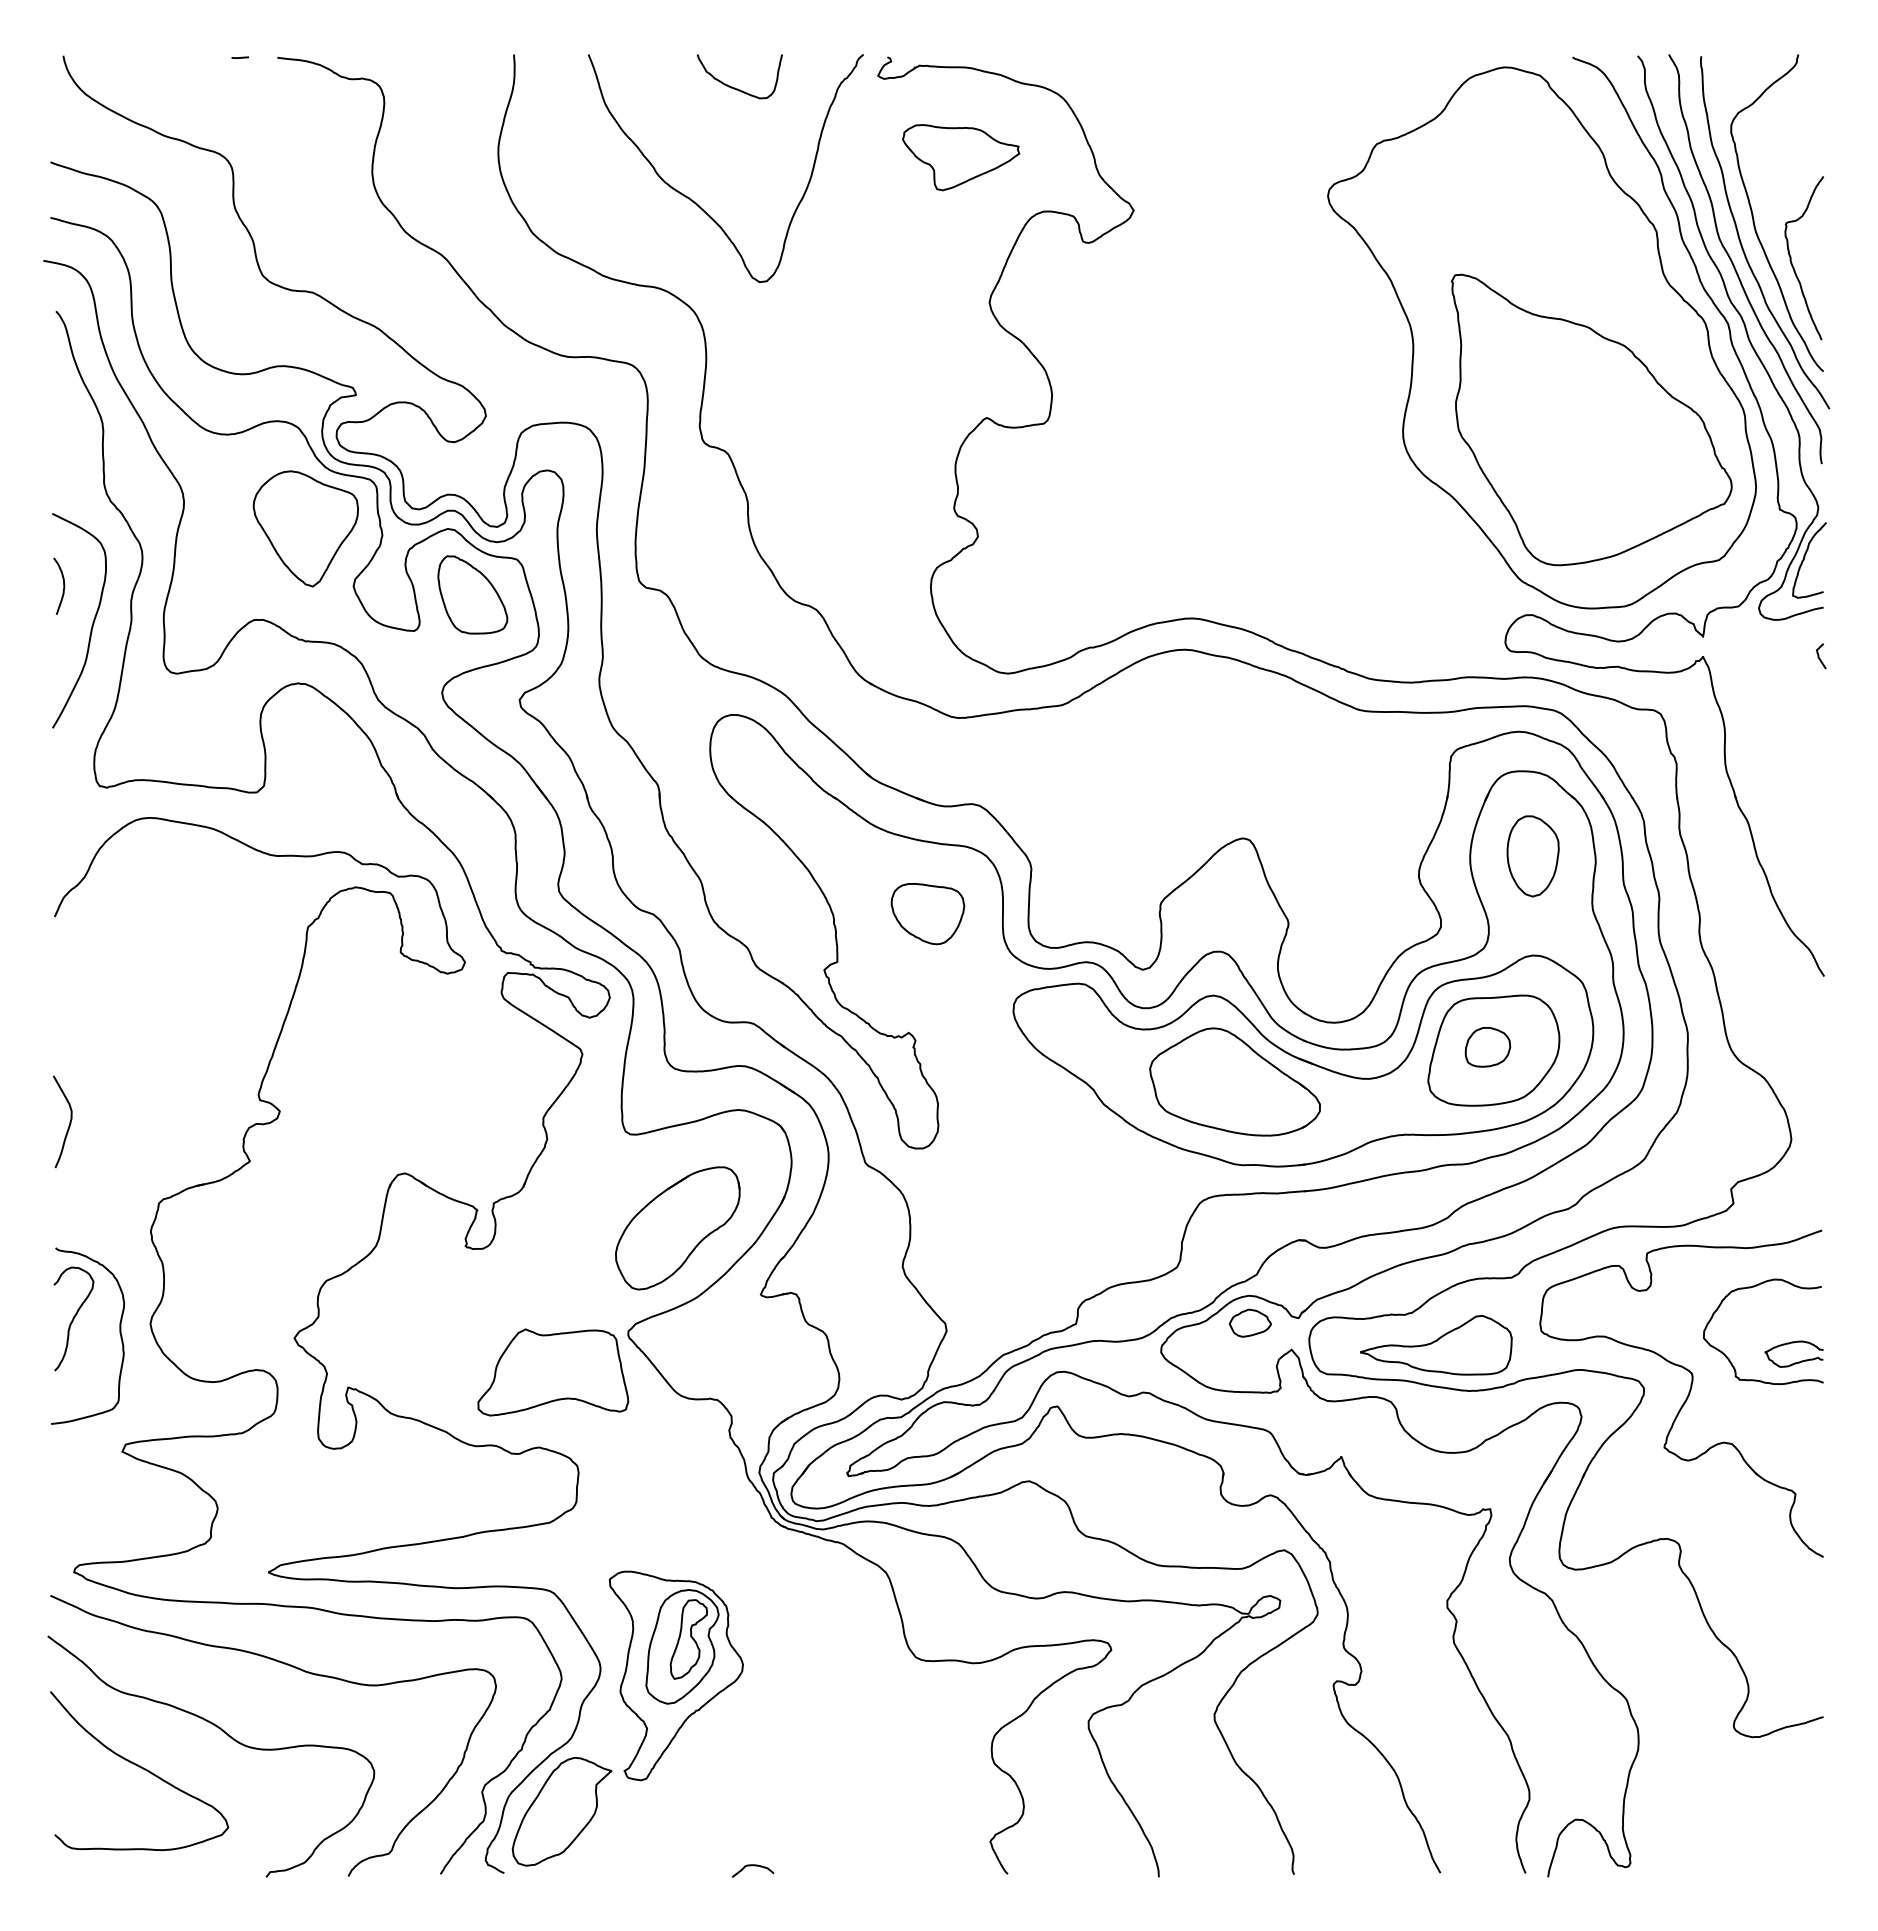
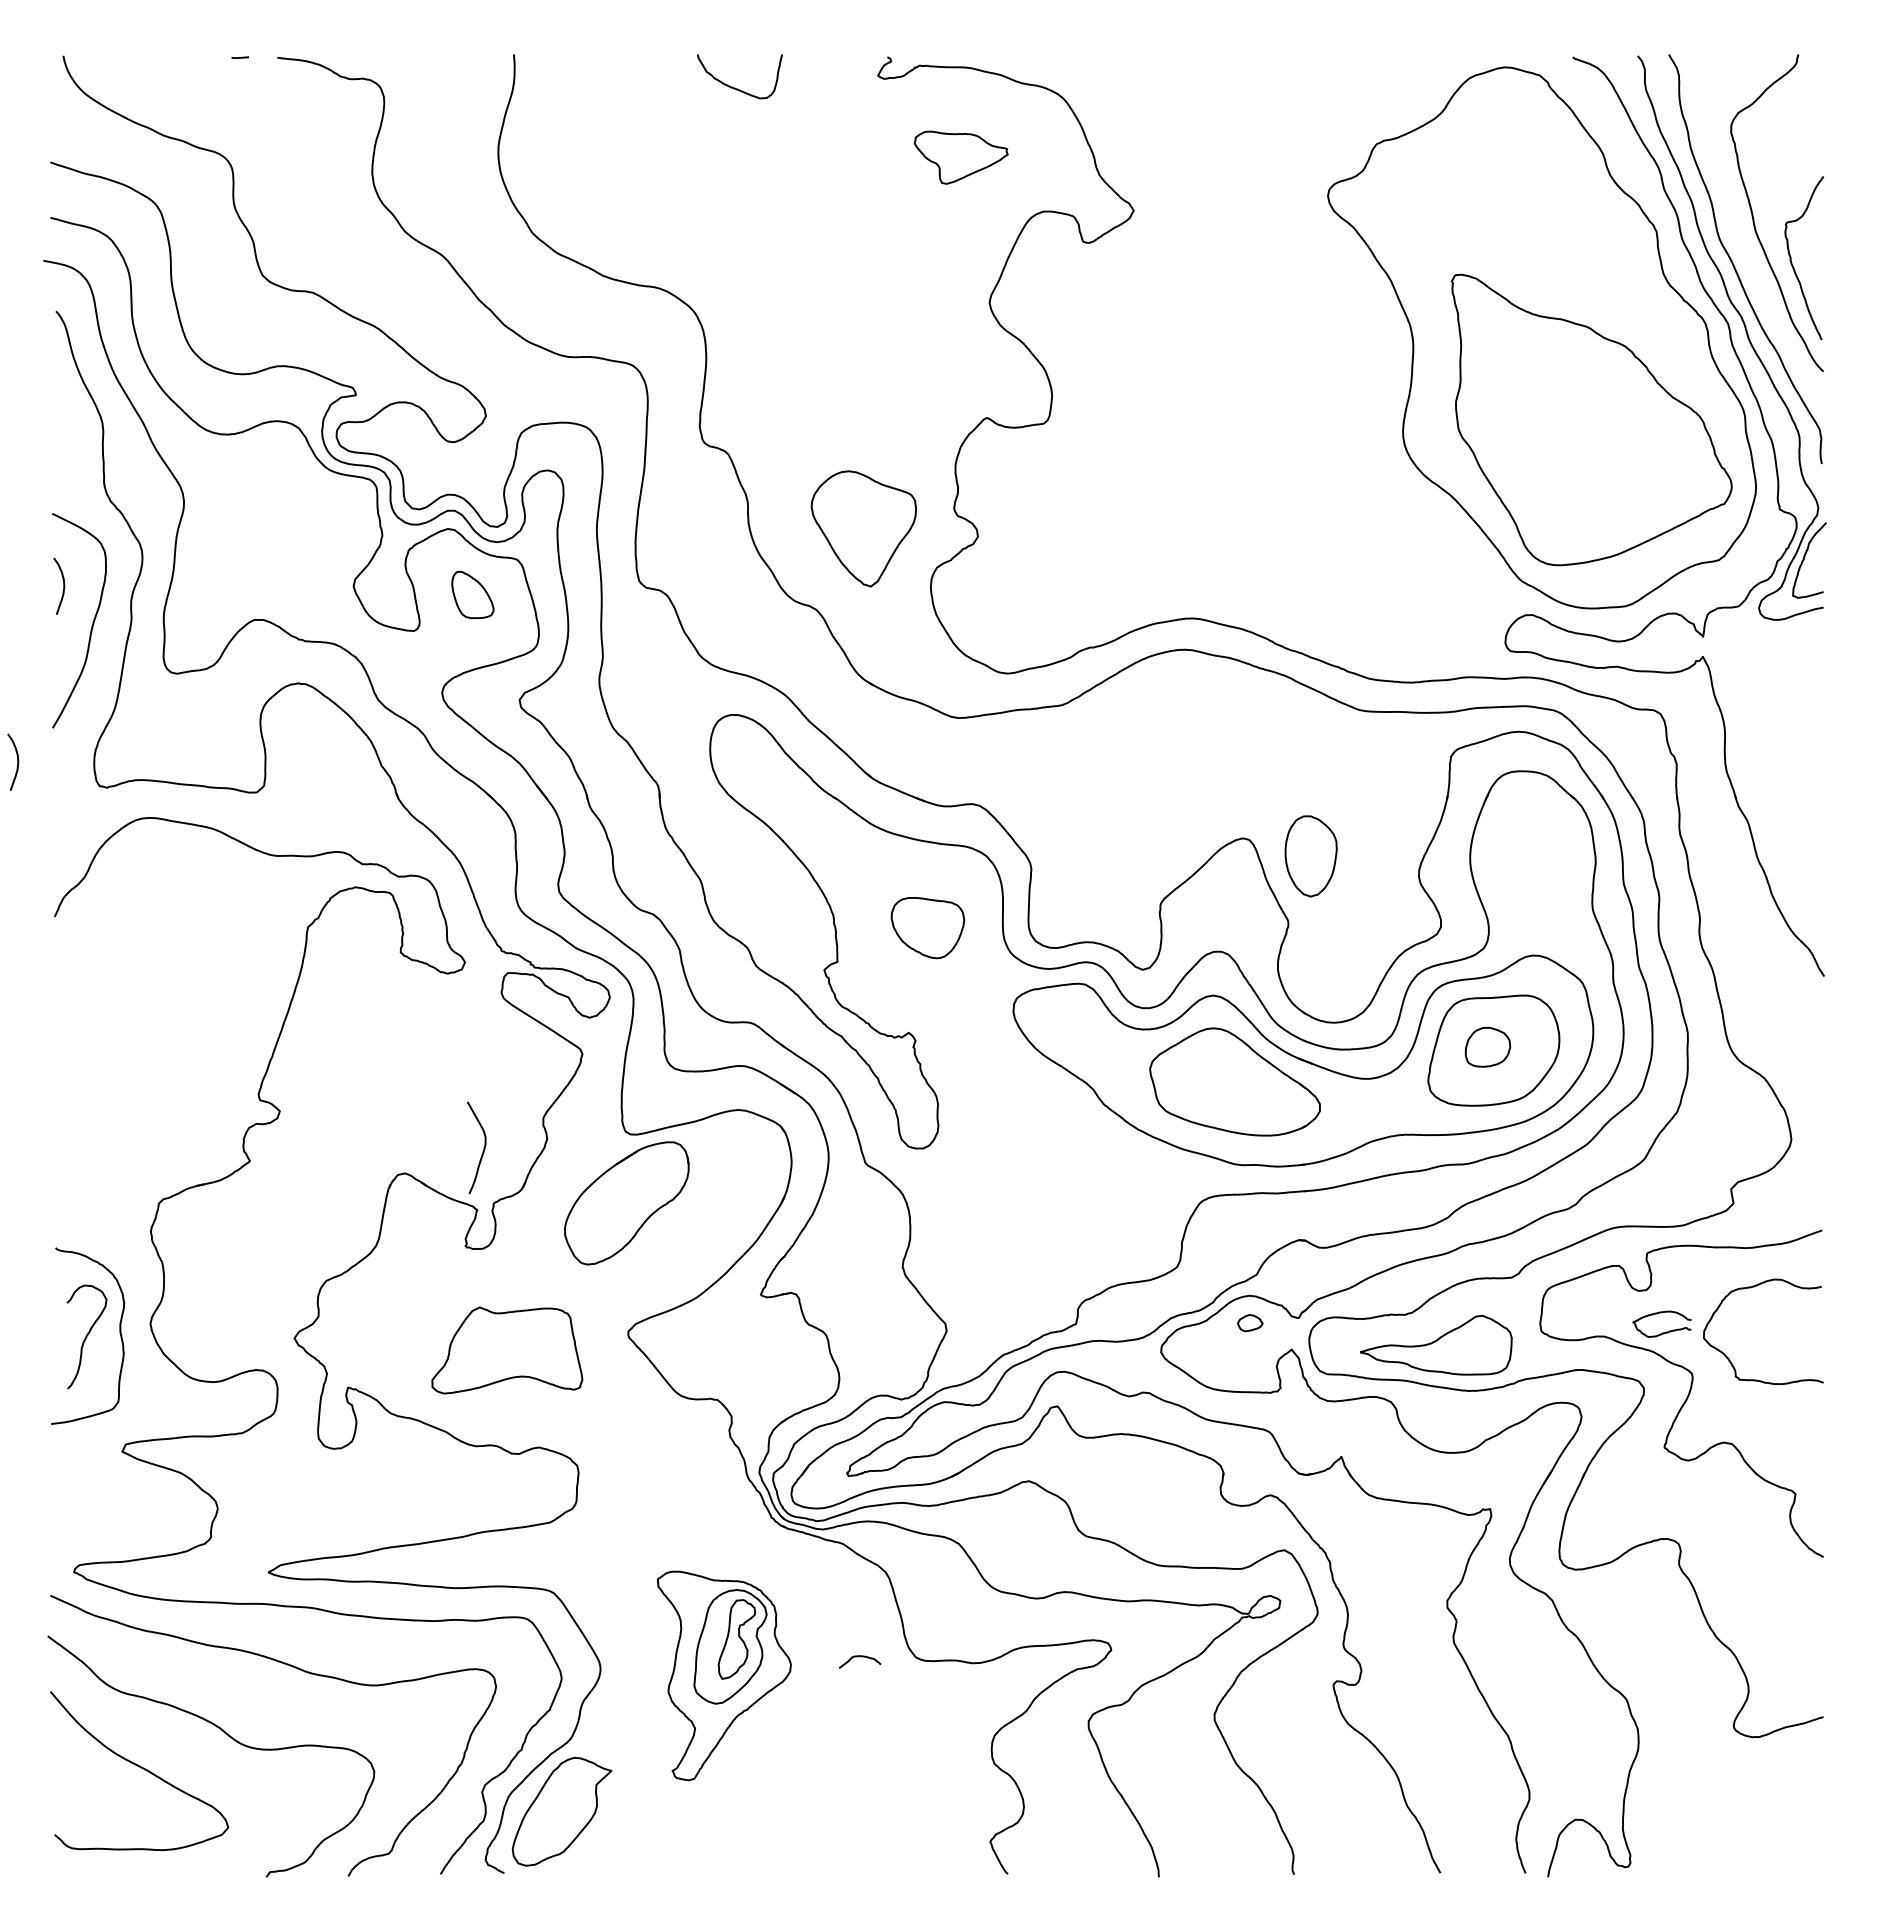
part at (961, 157) size: 119x68 px -> 96x55 px
curve at (696, 202): present -> none
curve at (1741, 241): present -> none
part at (305, 528) position: (305, 528) -> (863, 528)
part at (472, 594) size: 72x80 px -> 44x50 px
line at (1819, 656): present -> none
curve at (17, 761): none -> present
part at (1532, 856) position: (1532, 856) -> (1310, 856)
part at (927, 914) position: (927, 914) -> (927, 928)
curve at (69, 1121) position: (69, 1121) -> (483, 1147)
part at (677, 1228) position: (677, 1228) -> (626, 1203)
curve at (73, 1318) position: (73, 1318) -> (86, 1336)
part at (1249, 1322) size: 44x30 px -> 27x19 px
curve at (1794, 1362) position: (1794, 1362) -> (1662, 1332)
part at (553, 1372) position: (553, 1372) -> (507, 1350)
part at (676, 1675) position: (676, 1675) -> (724, 1675)
curve at (751, 1866) position: (751, 1866) -> (858, 1657)
